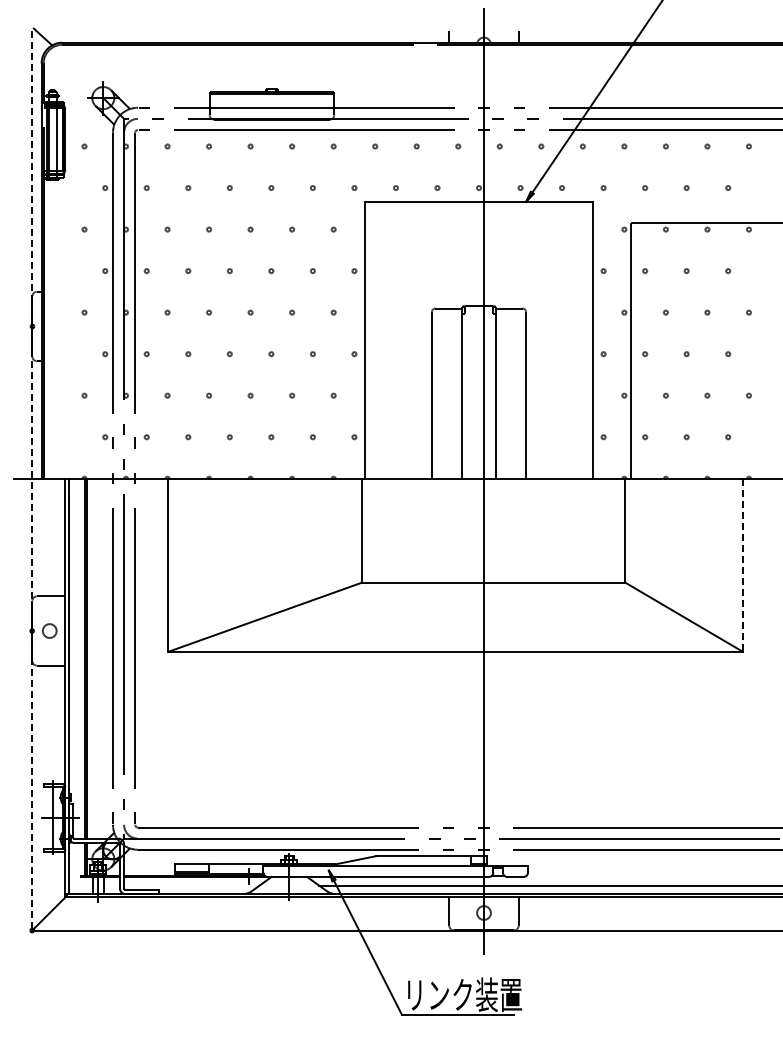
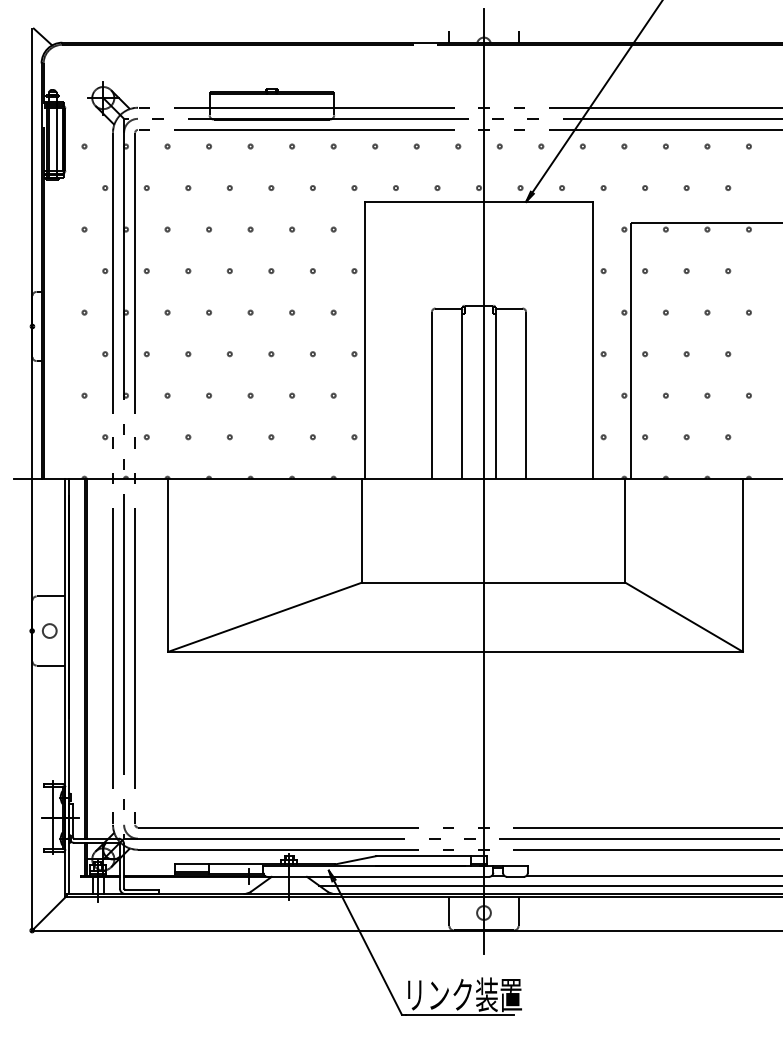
line at (32, 478): dashed -> solid
line at (742, 565): dashed -> solid
line at (652, 875): none -> present
